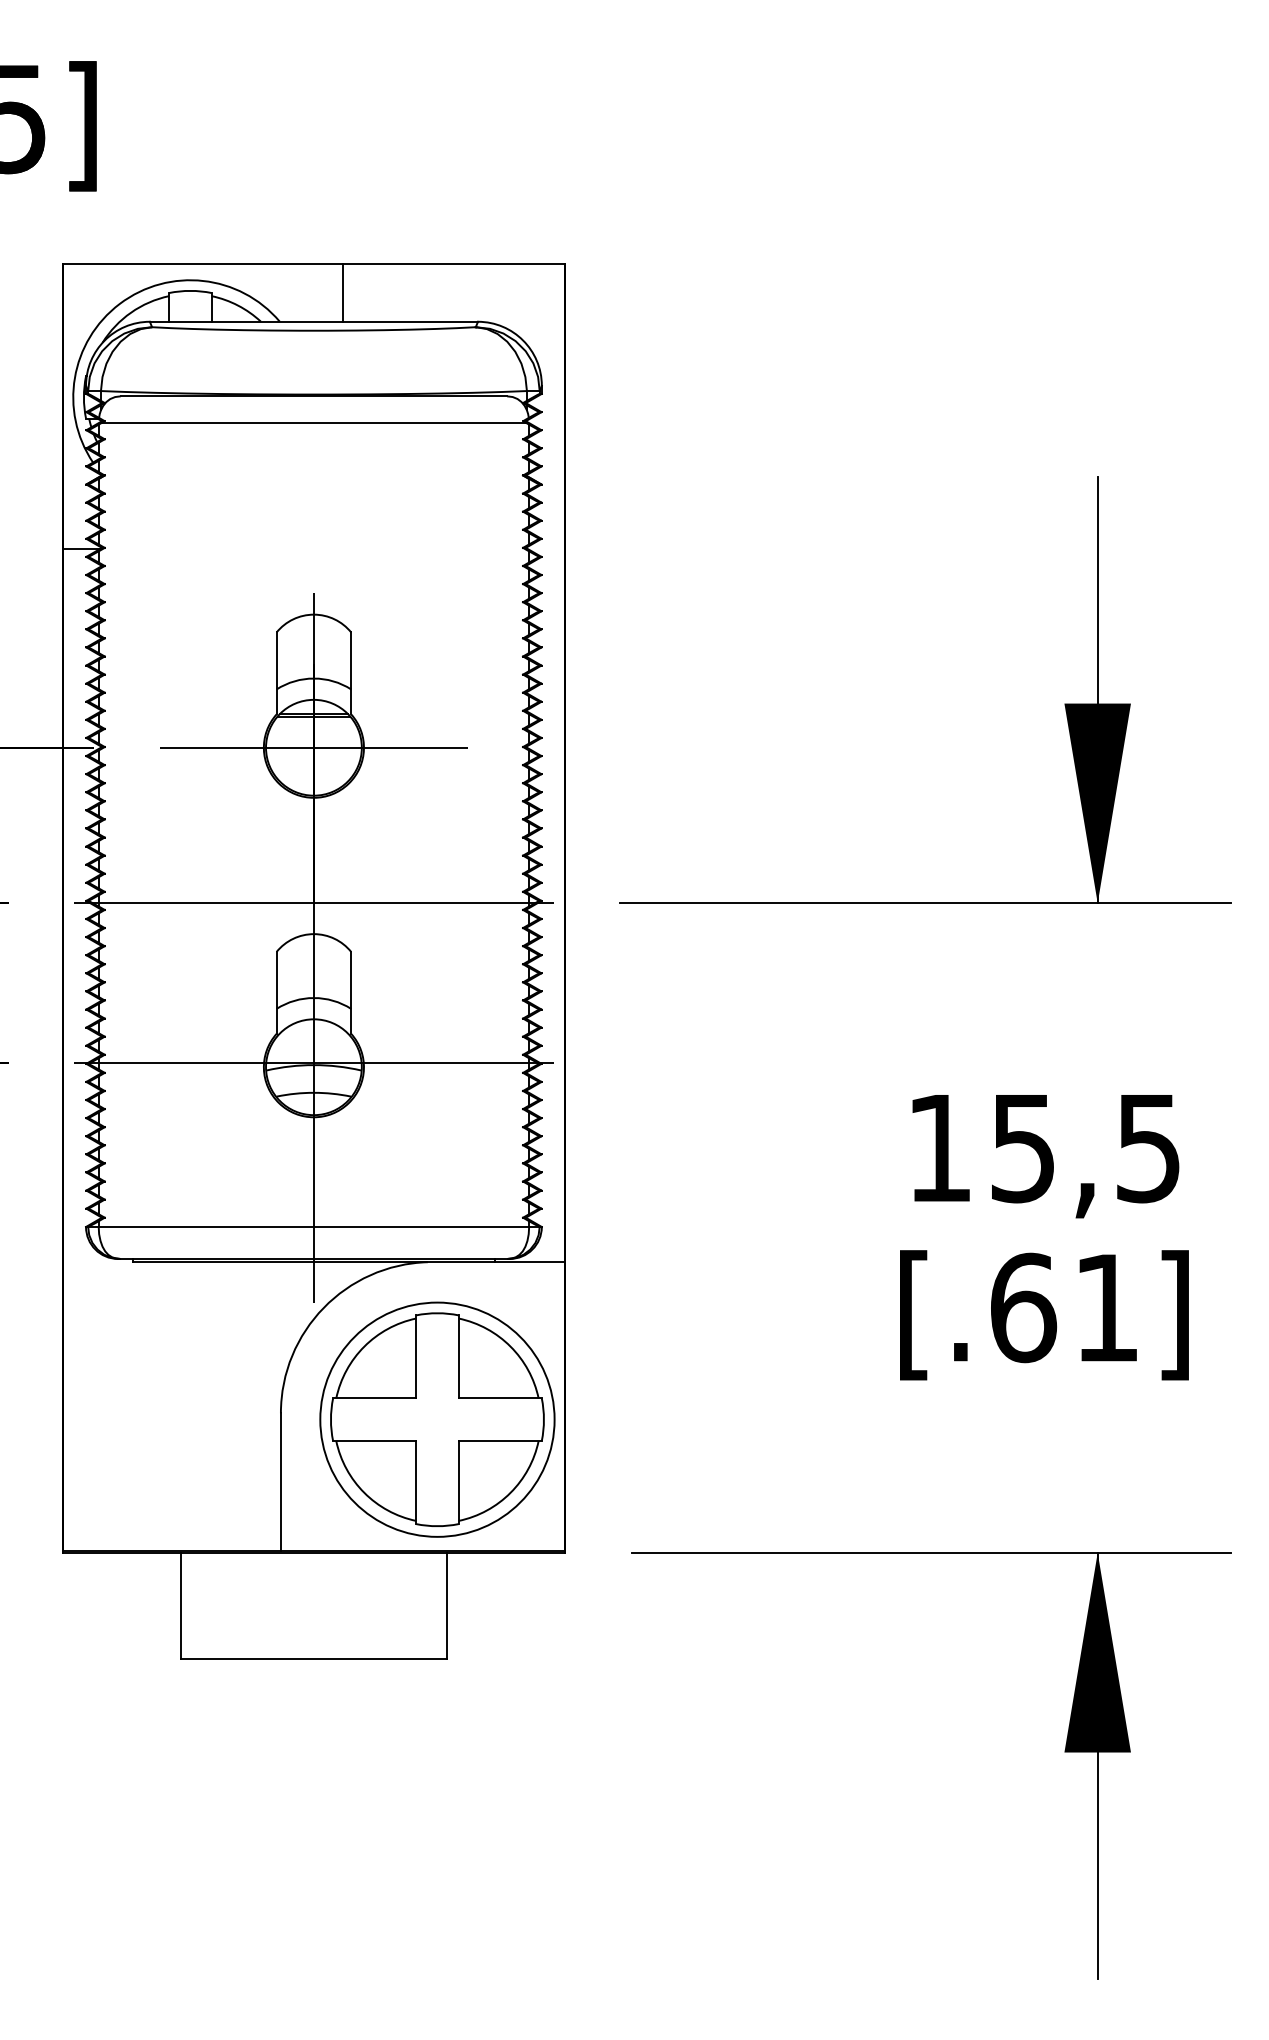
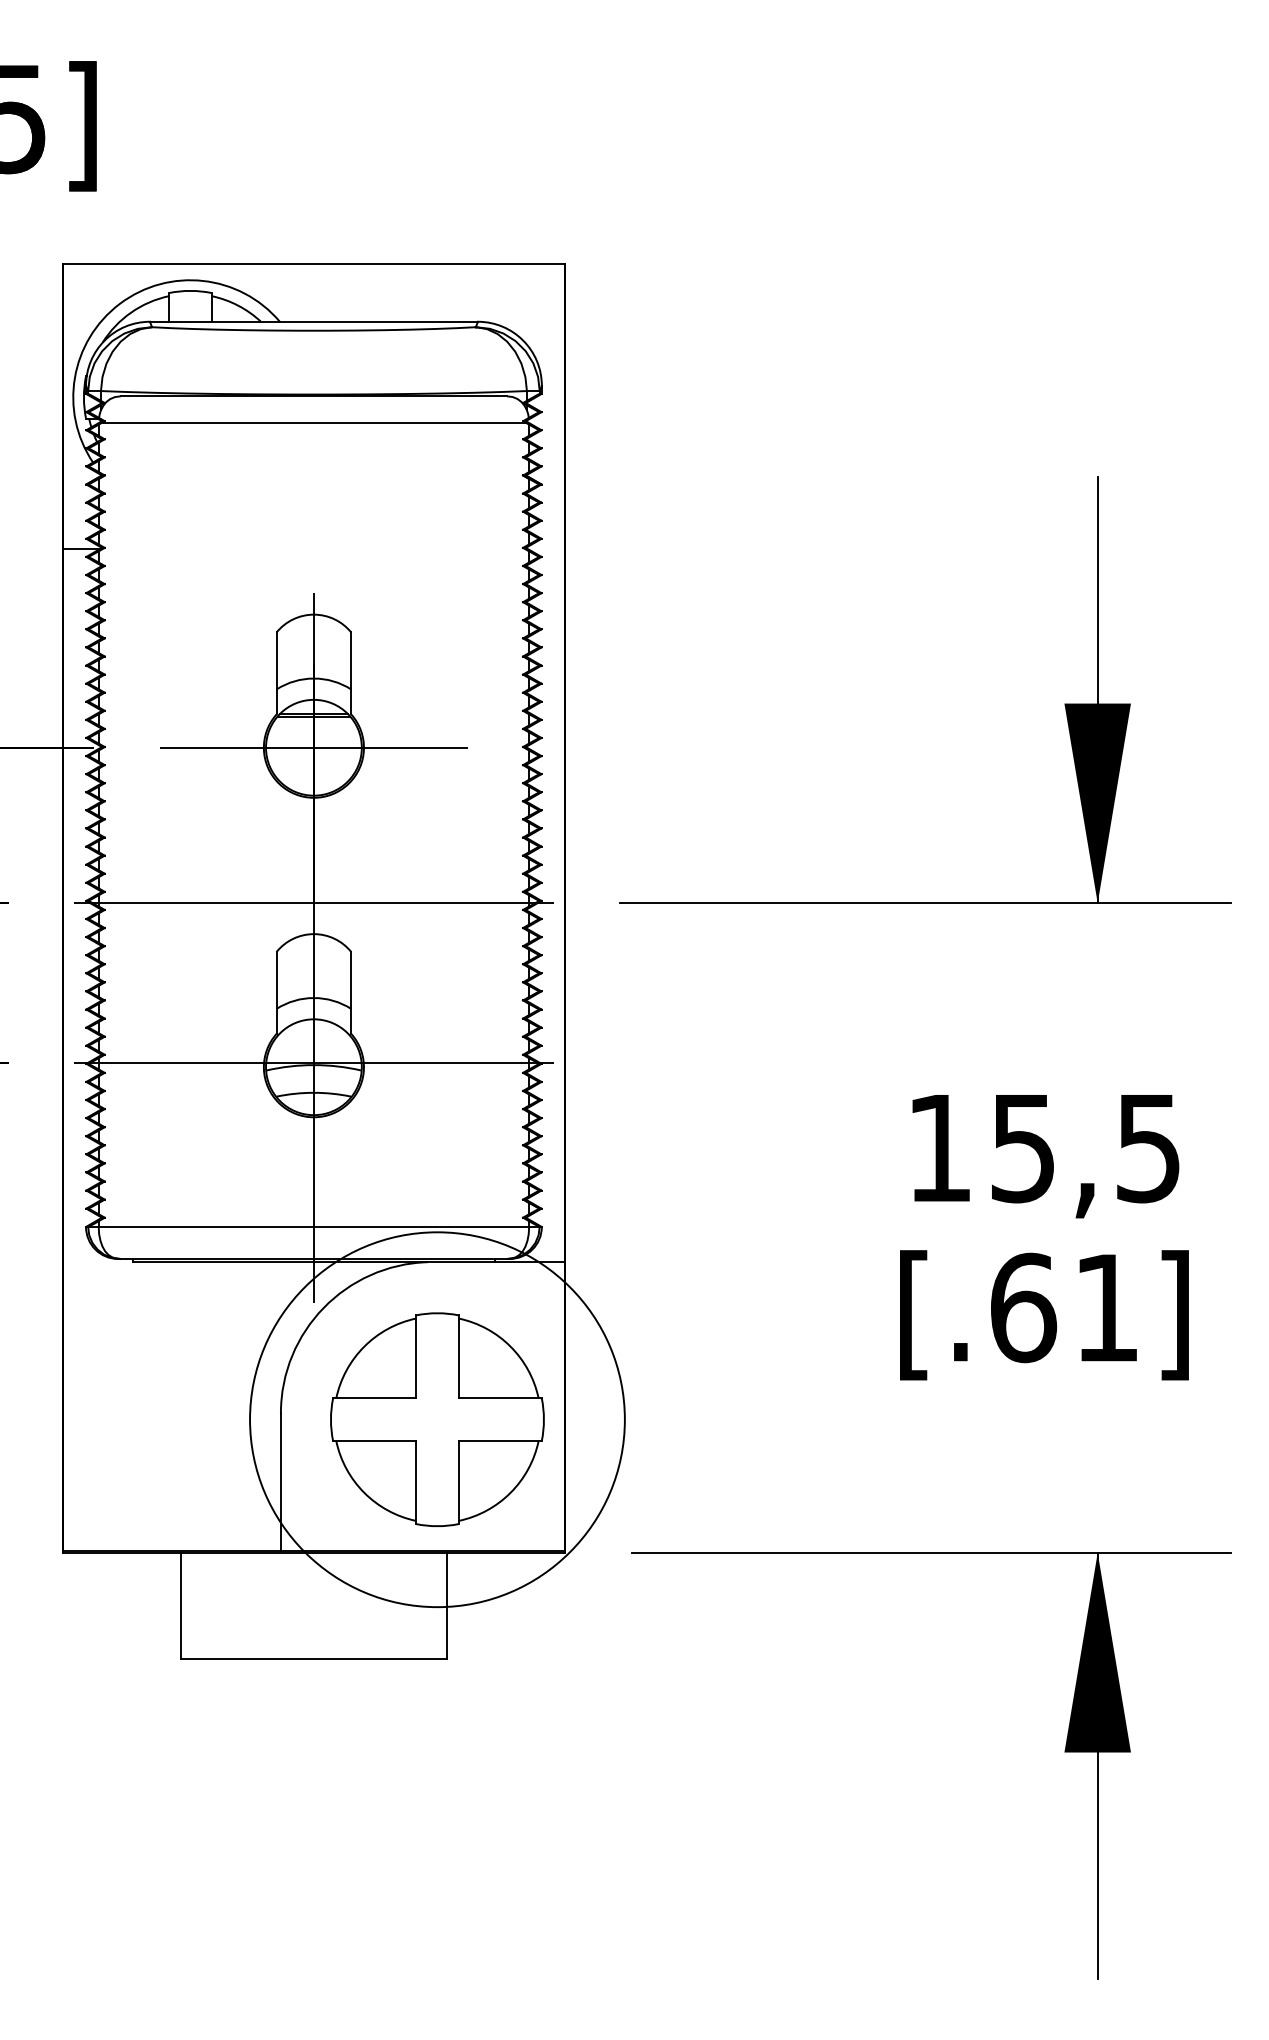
line at (342, 292): present -> none
circle at (437, 1419) diameter: 234 px -> 375 px
